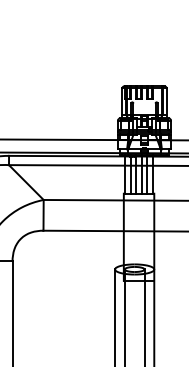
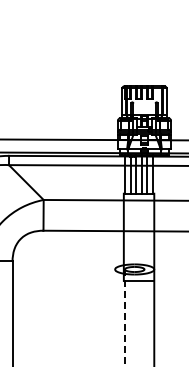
line at (115, 316): present -> none
line at (144, 316): present -> none
line at (124, 318): solid -> dashed
